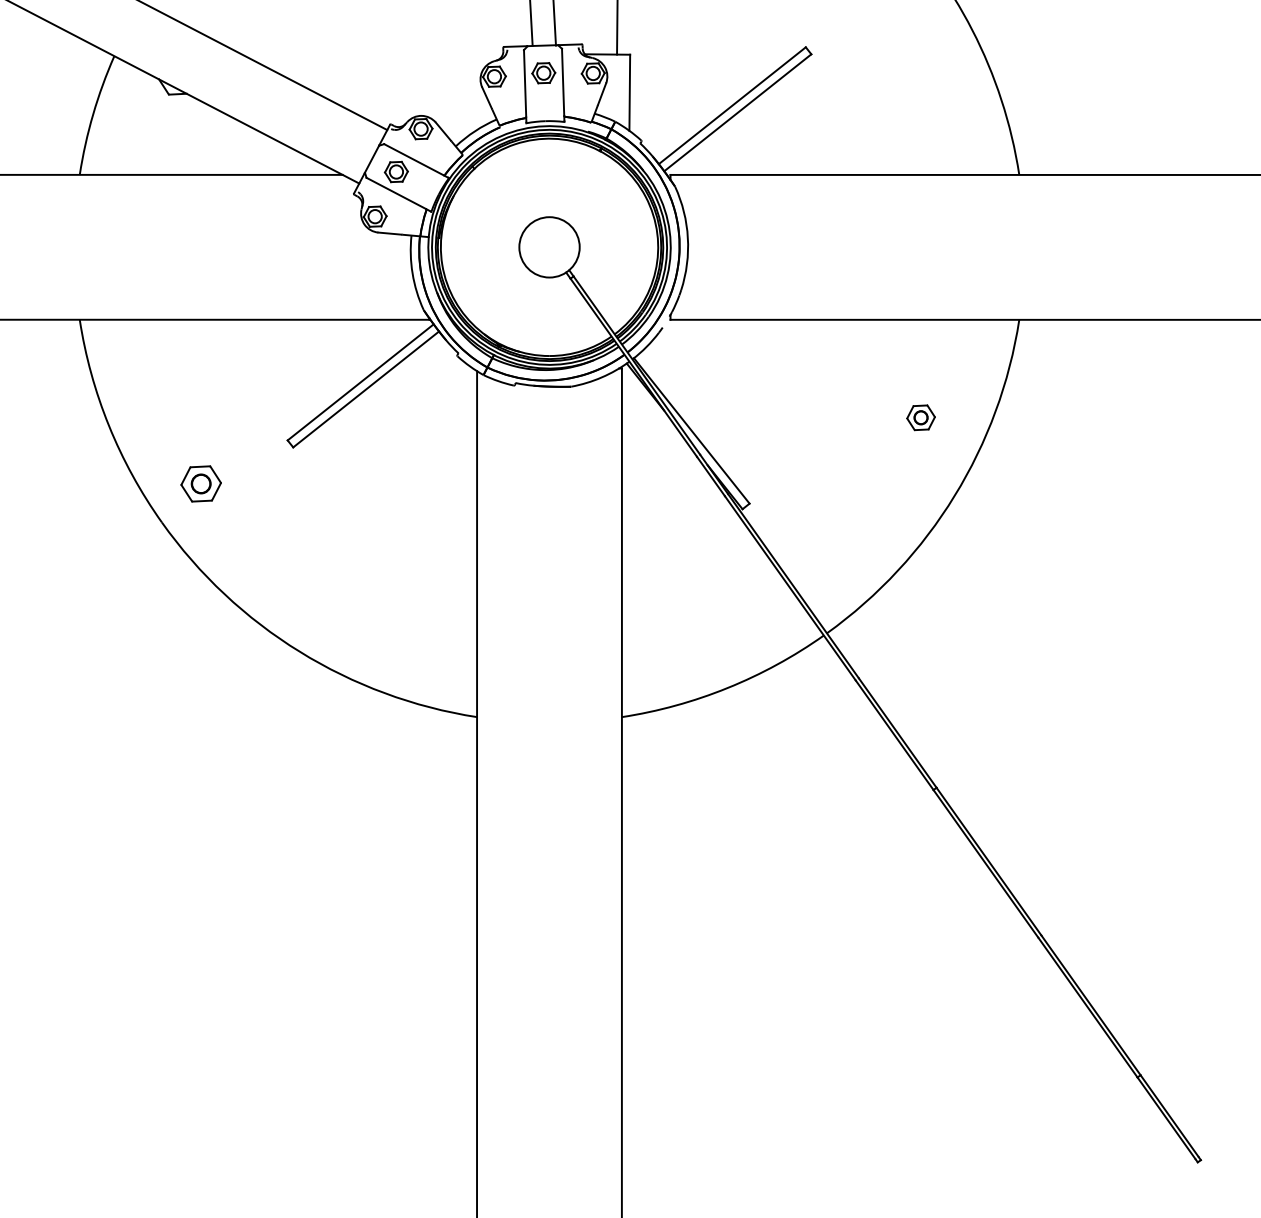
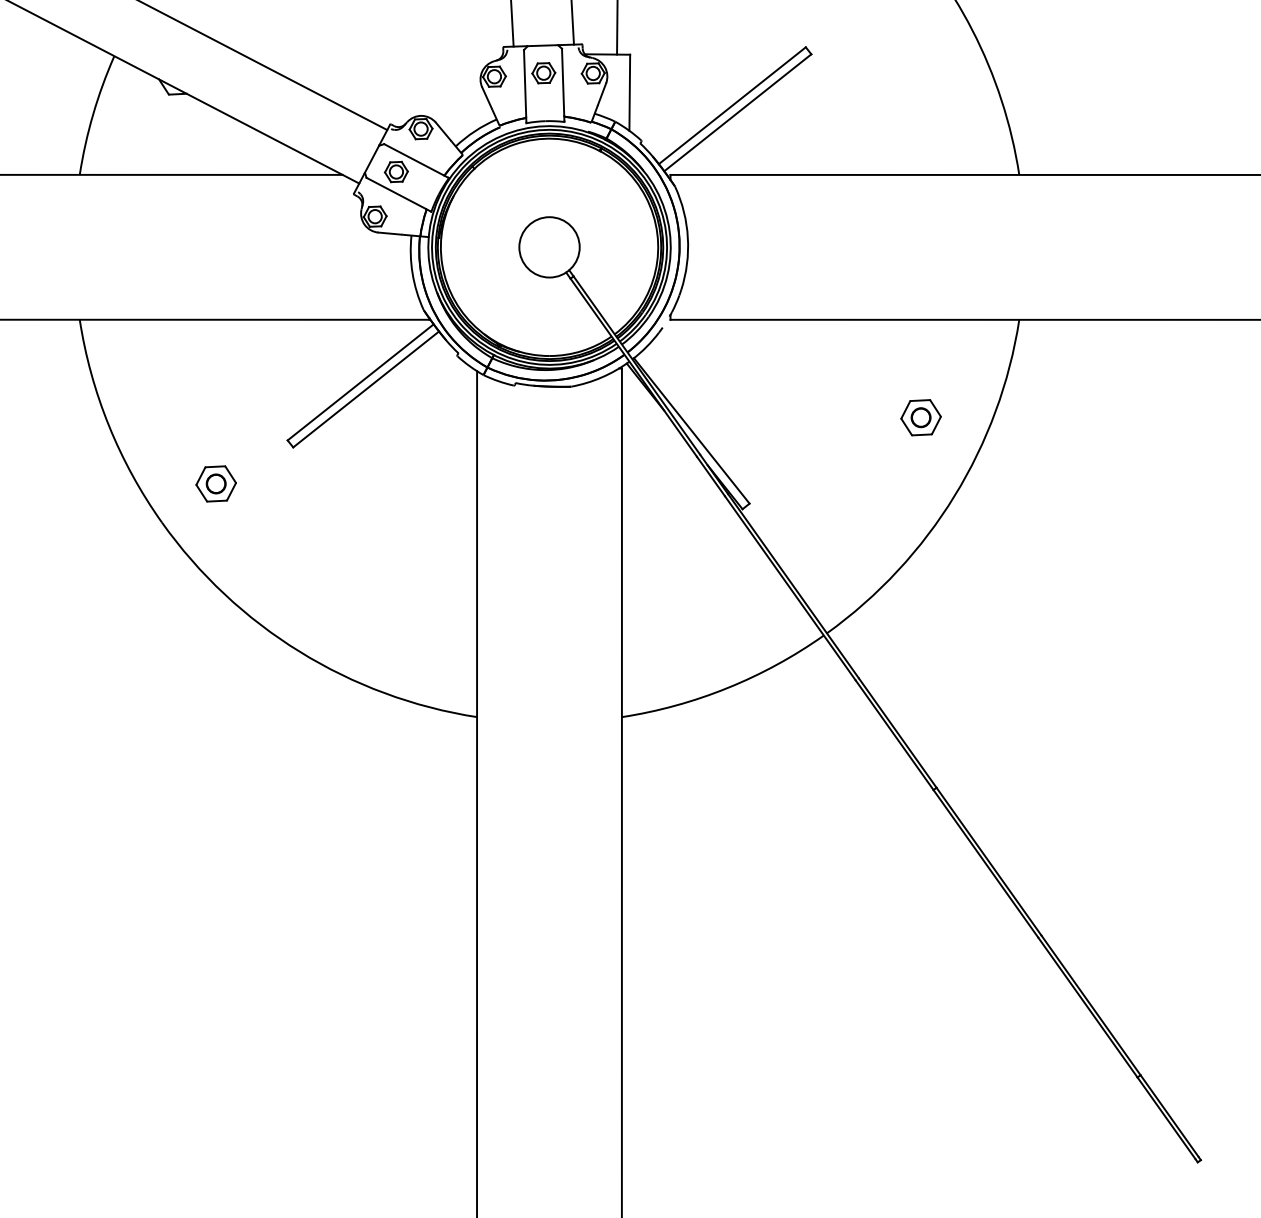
line at (531, 23) position: (531, 23) -> (512, 24)
line at (554, 23) position: (554, 23) -> (572, 23)
part at (920, 417) size: 30x28 px -> 42x38 px
part at (200, 483) position: (200, 483) -> (215, 483)
